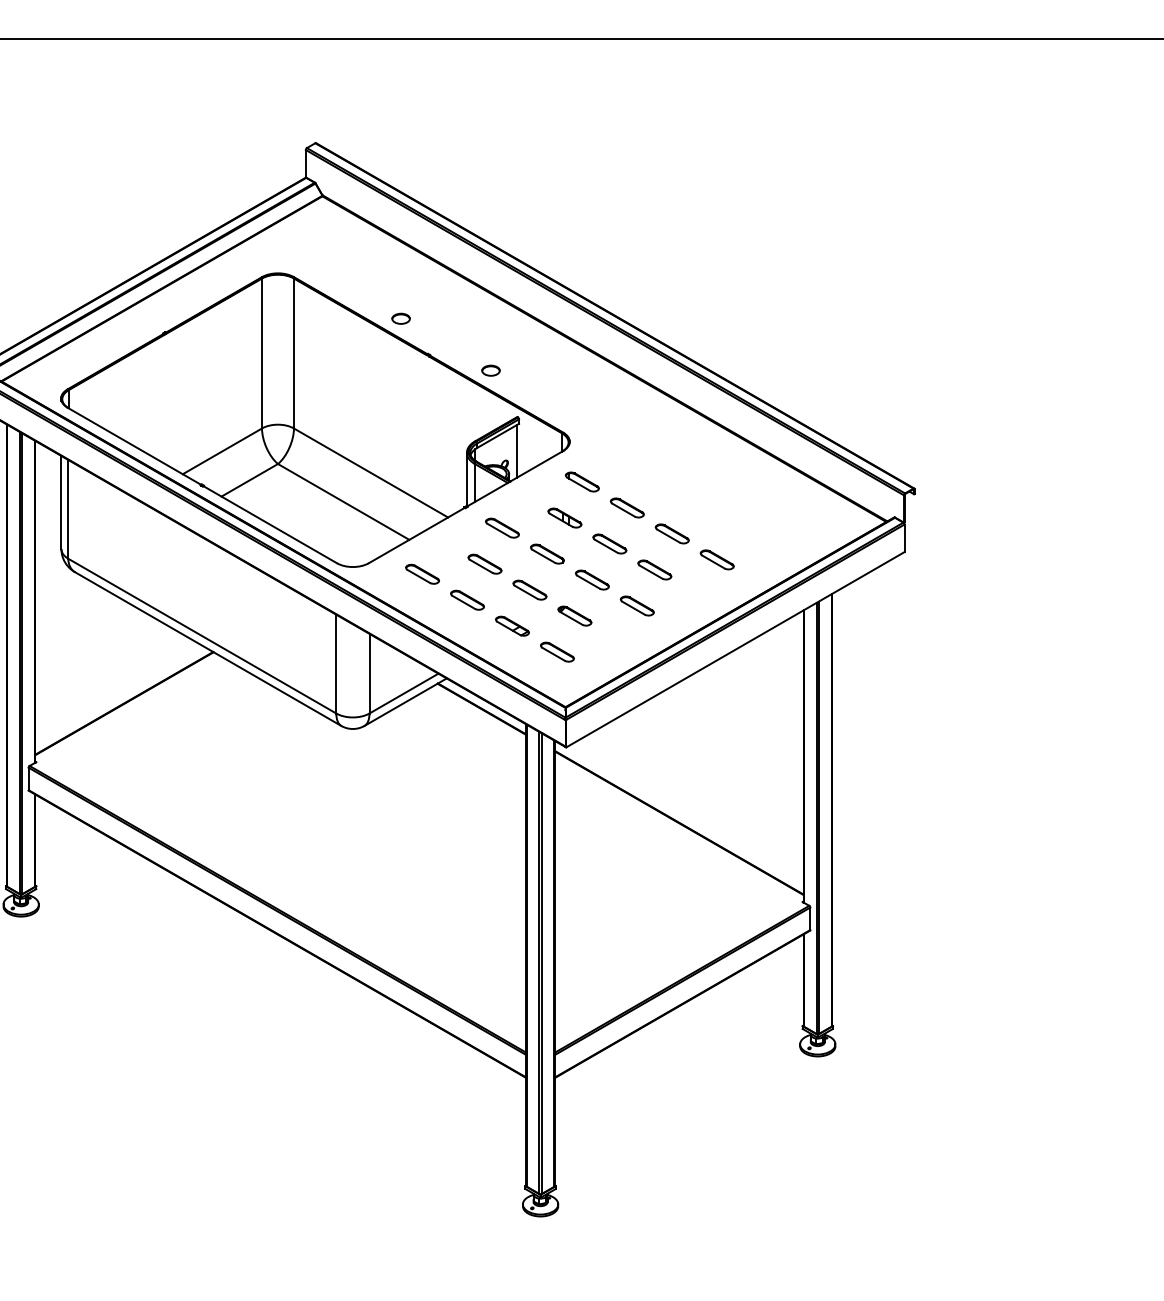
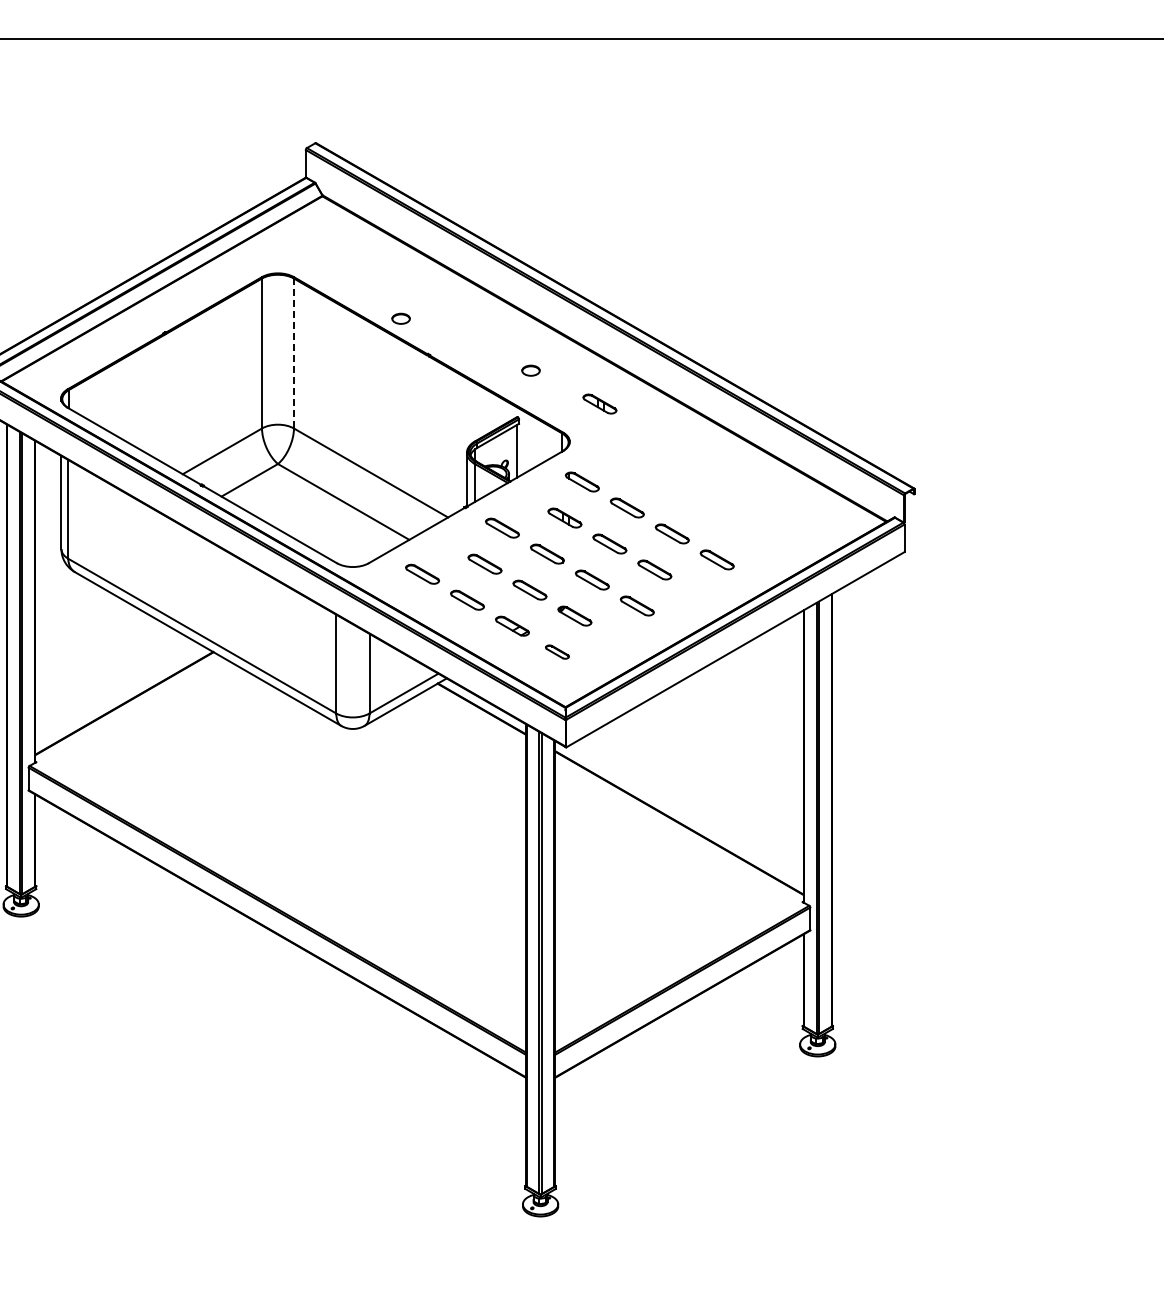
line at (293, 353): solid -> dashed
part at (490, 370) position: (490, 370) -> (530, 370)
part at (599, 403): none -> present
part at (557, 651) size: 35x22 px -> 25x16 px
